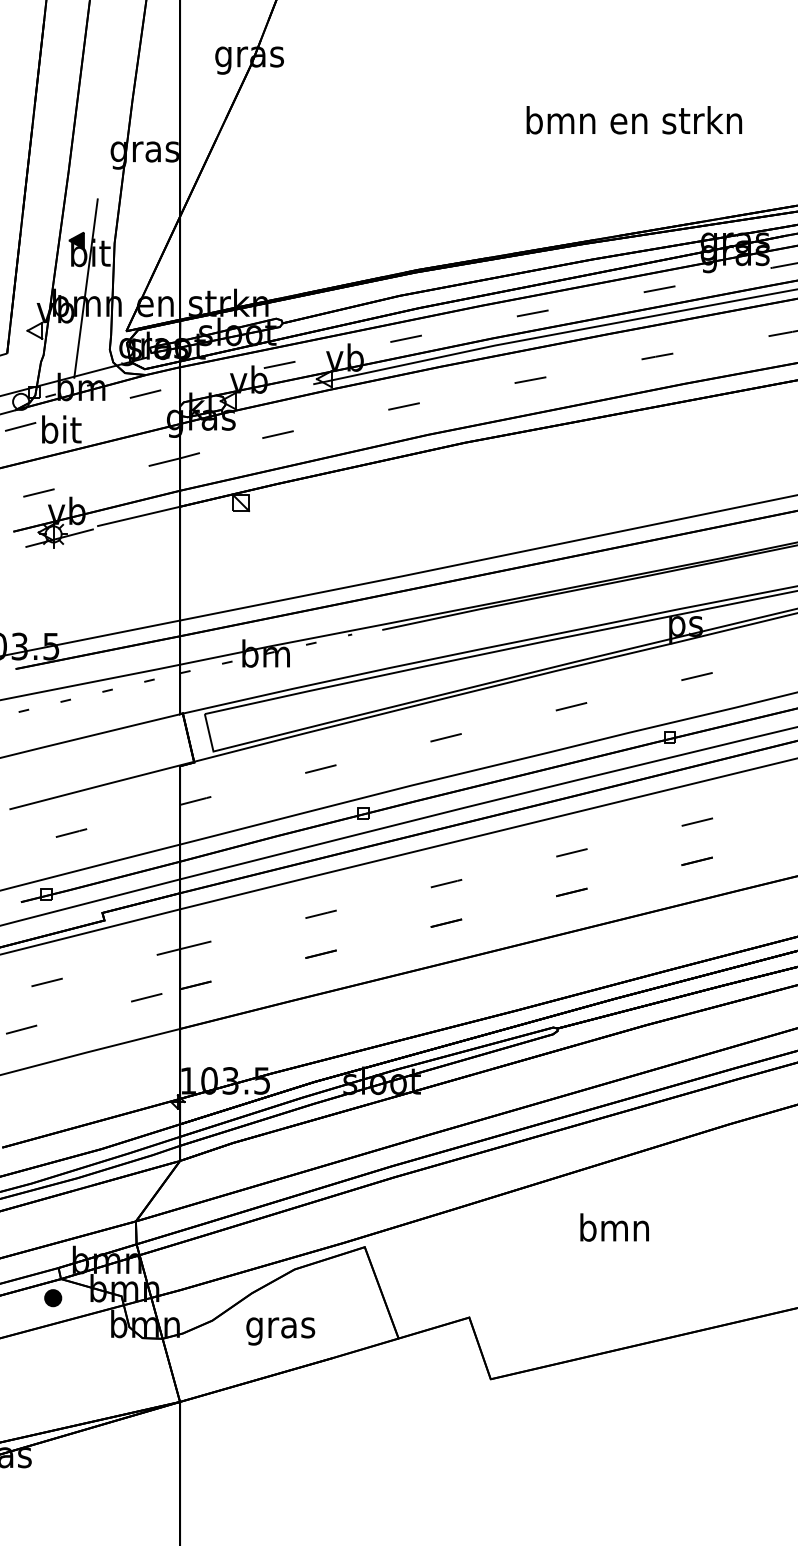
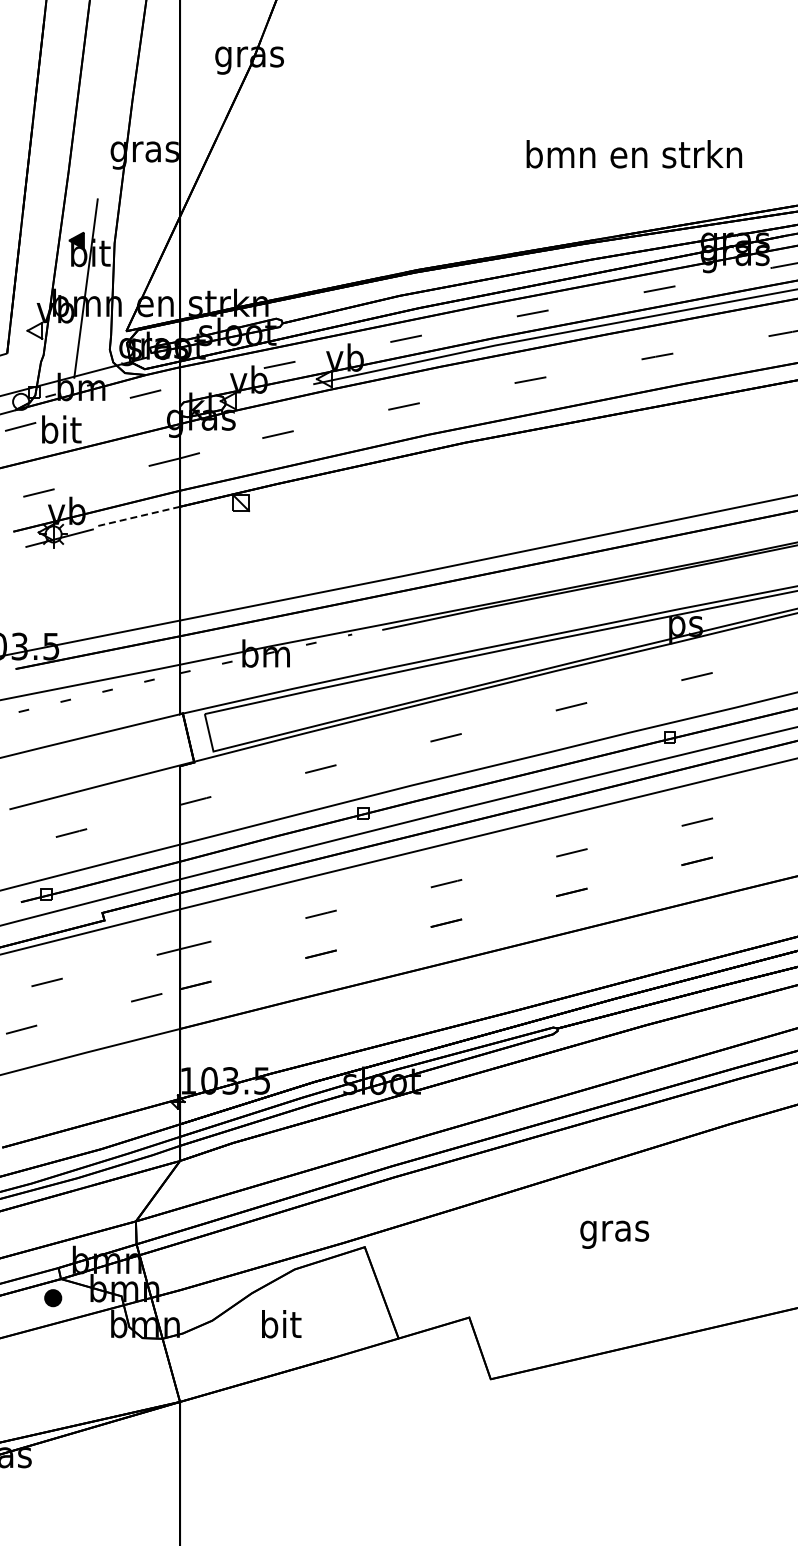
text at (634, 120) position: (634, 120) -> (634, 154)
line at (138, 516): solid -> dashed
text at (614, 1230): bmn -> gras
text at (280, 1327): gras -> bit
